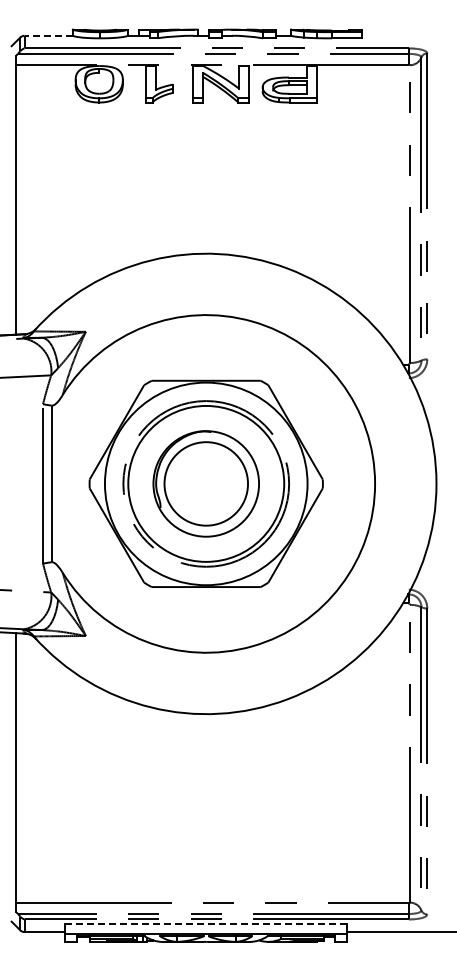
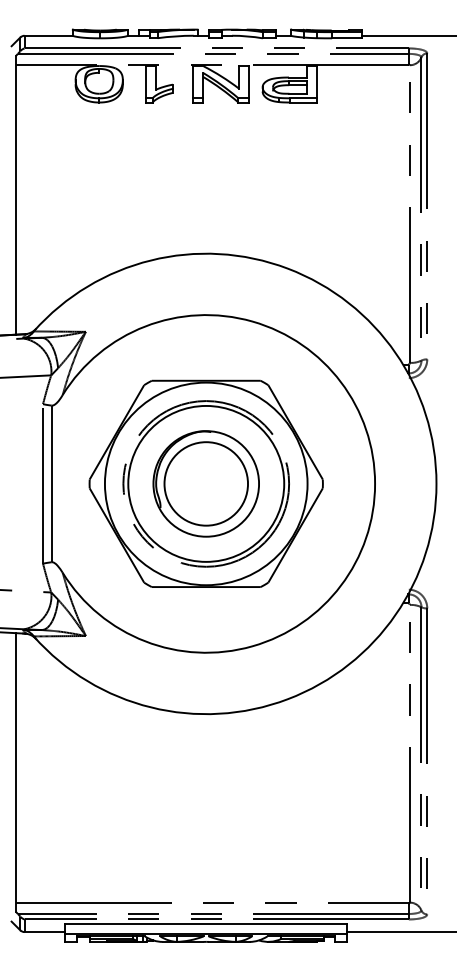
line at (48, 35): dashed -> solid
line at (407, 35): none -> present
line at (205, 924): dashed -> solid
